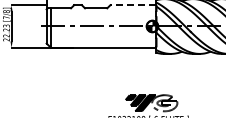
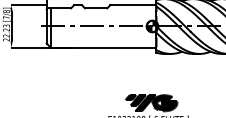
line at (133, 5): dashed -> solid
fill at (164, 103): none -> present
